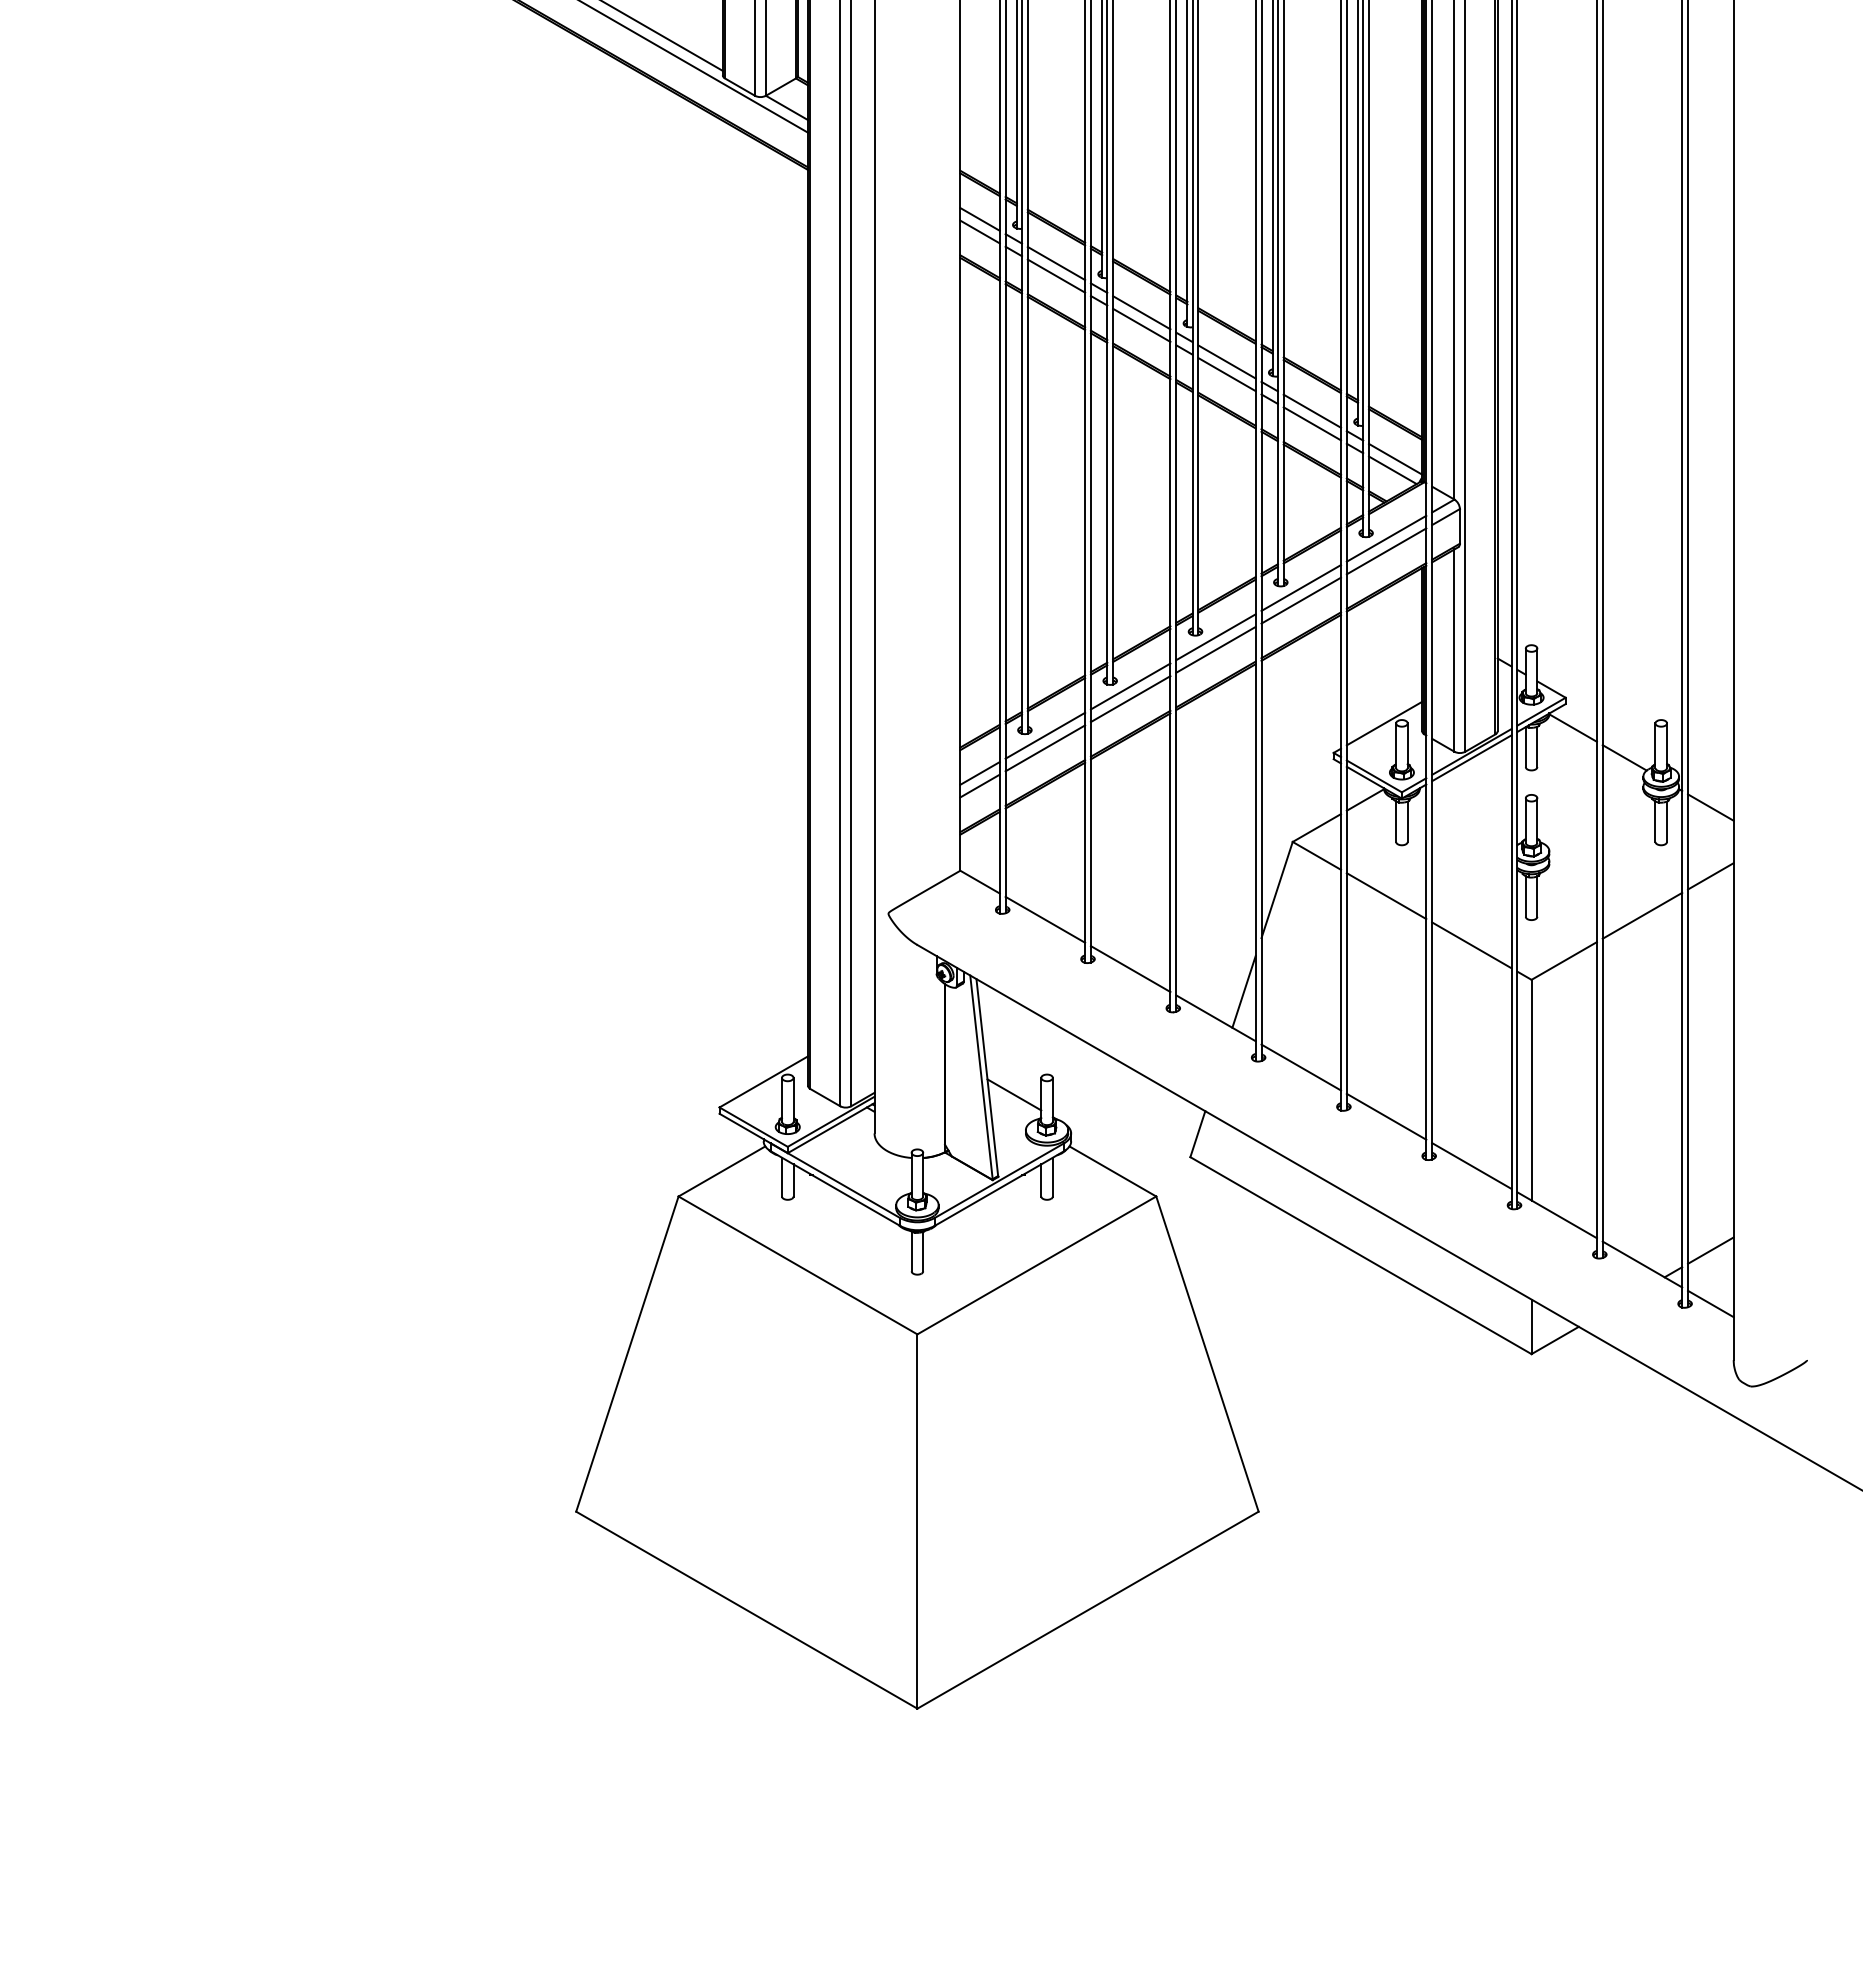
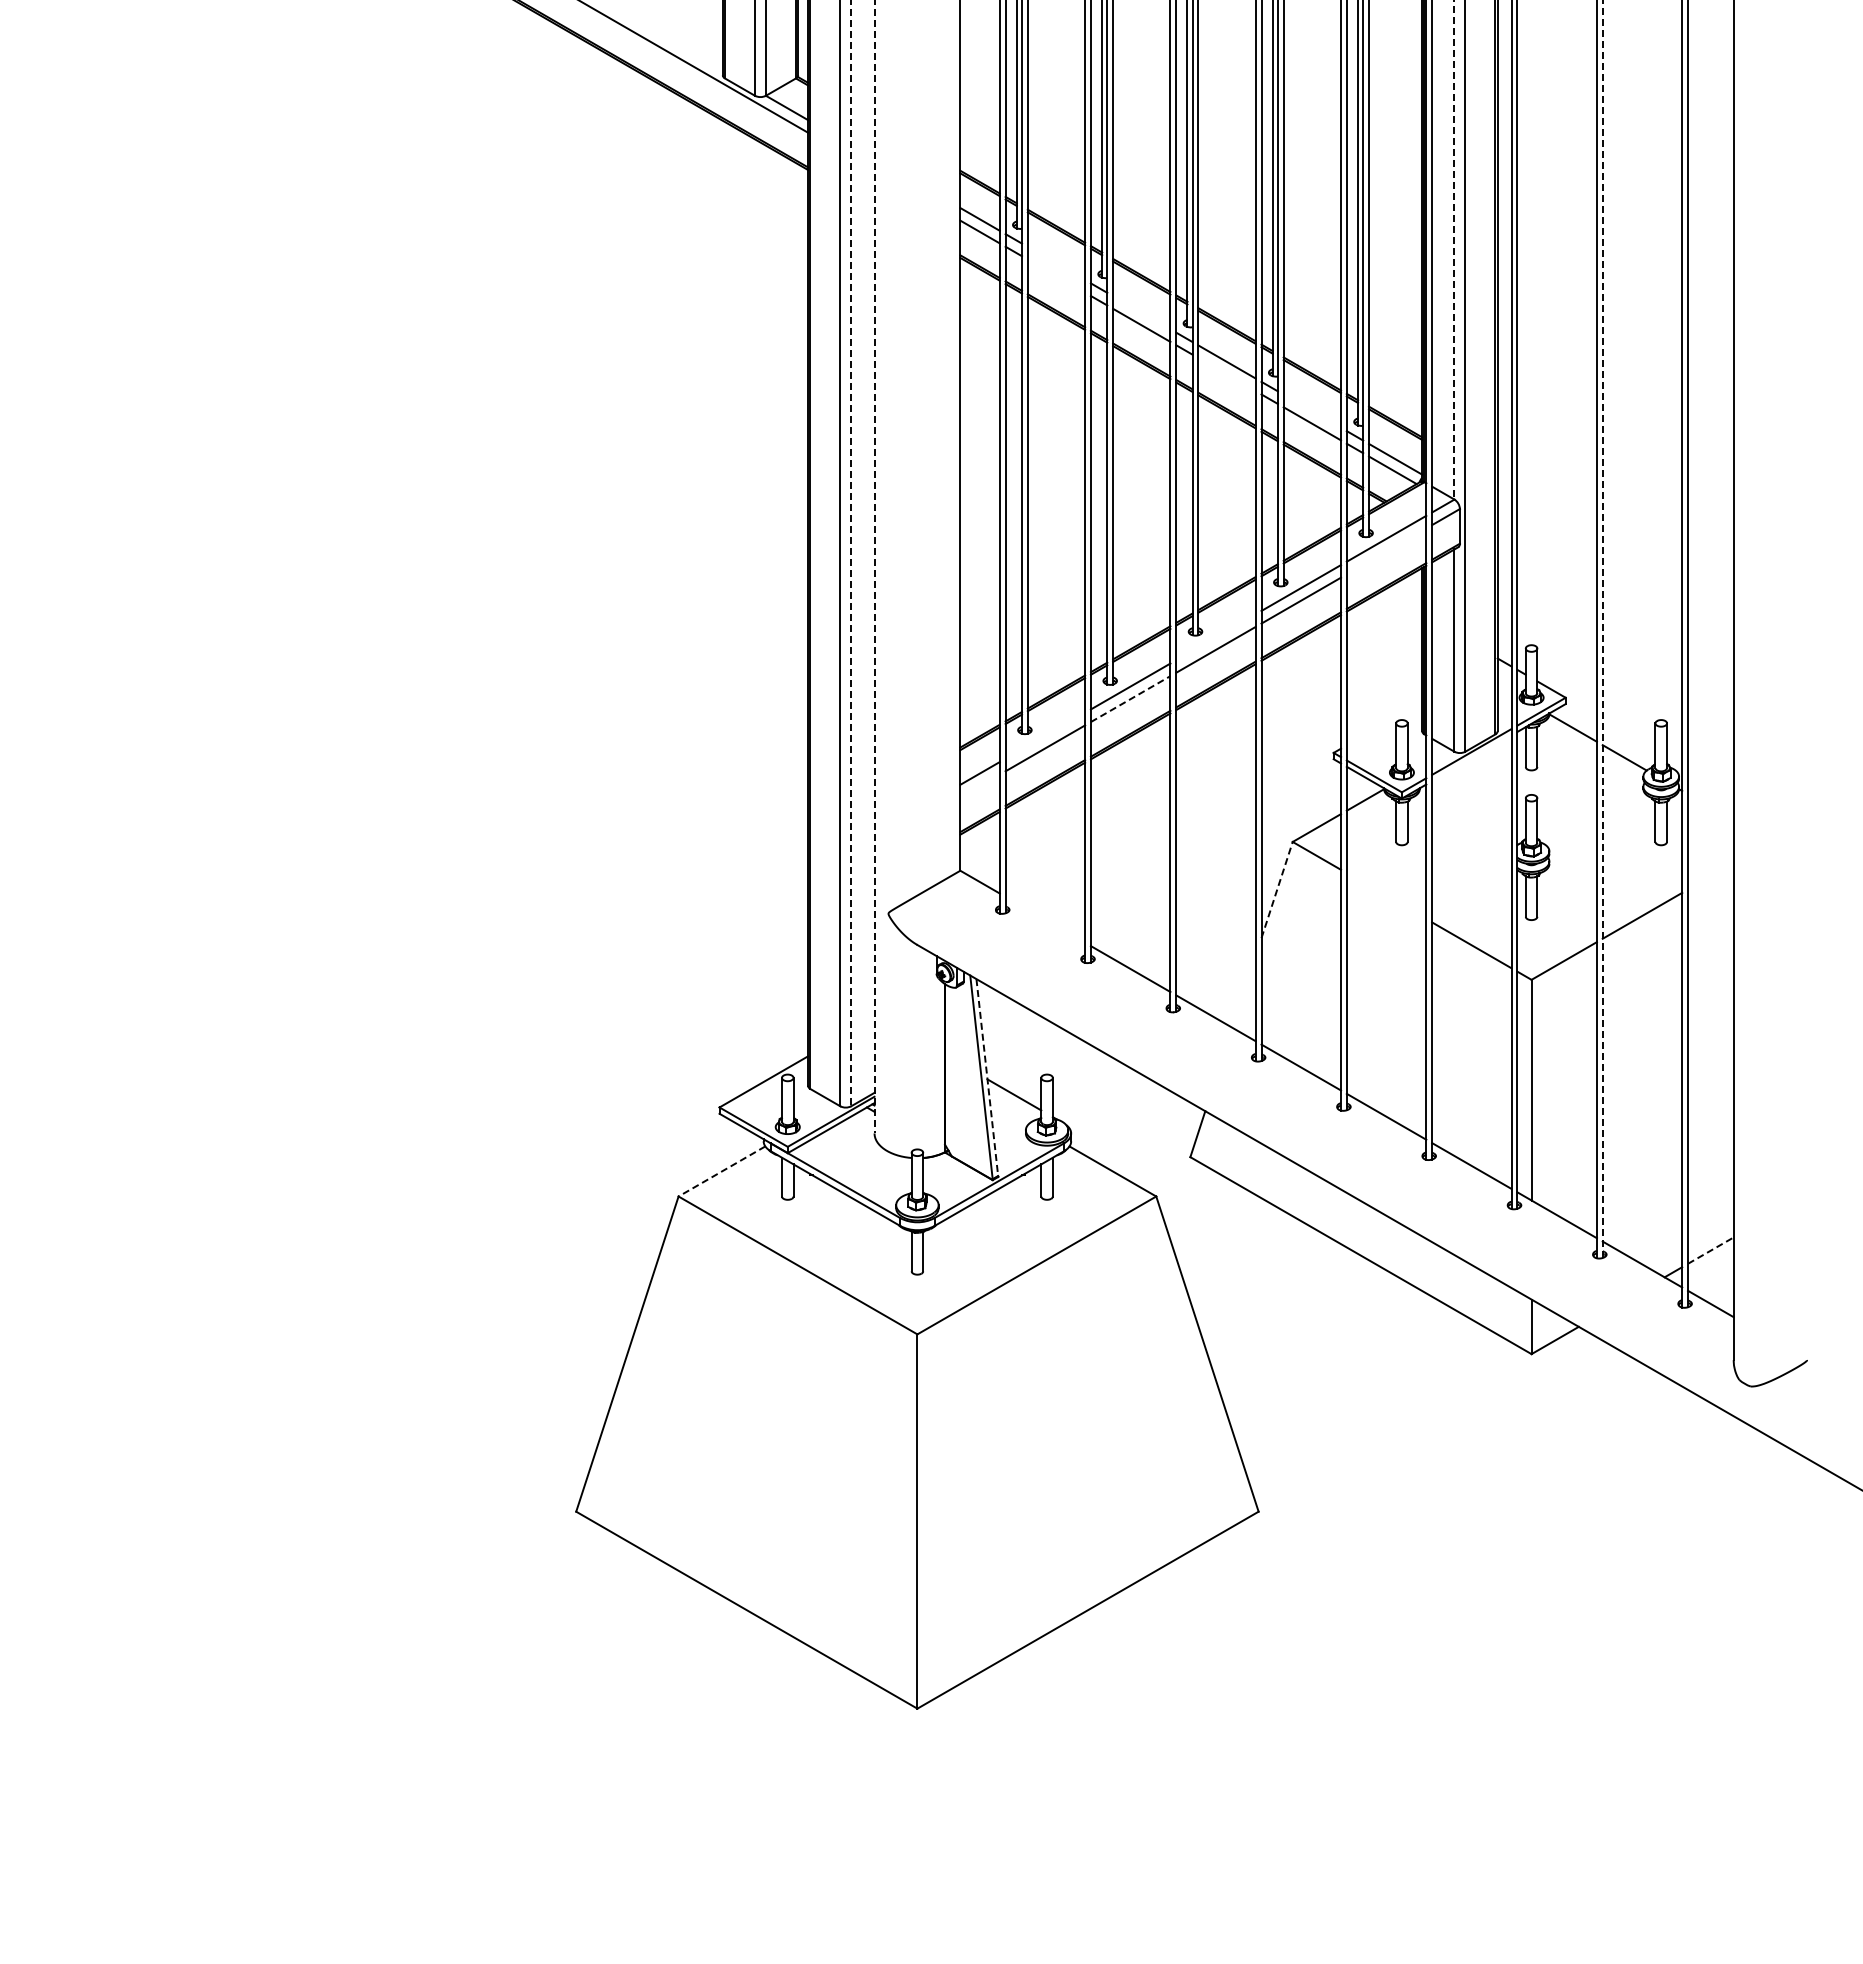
line at (663, 36): present -> none
line at (1454, 250): solid -> dashed
line at (1056, 263): present -> none
line at (1056, 275): present -> none
line at (1141, 312): present -> none
line at (1226, 374): present -> none
line at (1312, 410): present -> none
line at (1386, 551): present -> none
line at (851, 553): solid -> dashed
line at (874, 567): solid -> dashed
line at (1602, 629): solid -> dashed
line at (1215, 637): present -> none
line at (1130, 699): solid -> dashed
line at (1384, 723): present -> none
line at (1045, 735): present -> none
line at (1471, 758): present -> none
line at (979, 785): present -> none
line at (1710, 807): present -> none
line at (1710, 876): present -> none
line at (1277, 890): solid -> dashed
line at (1386, 896): present -> none
line at (1045, 919): present -> none
line at (1243, 991): present -> none
line at (987, 1078): solid -> dashed
line at (721, 1171): solid -> dashed
line at (1711, 1250): solid -> dashed
